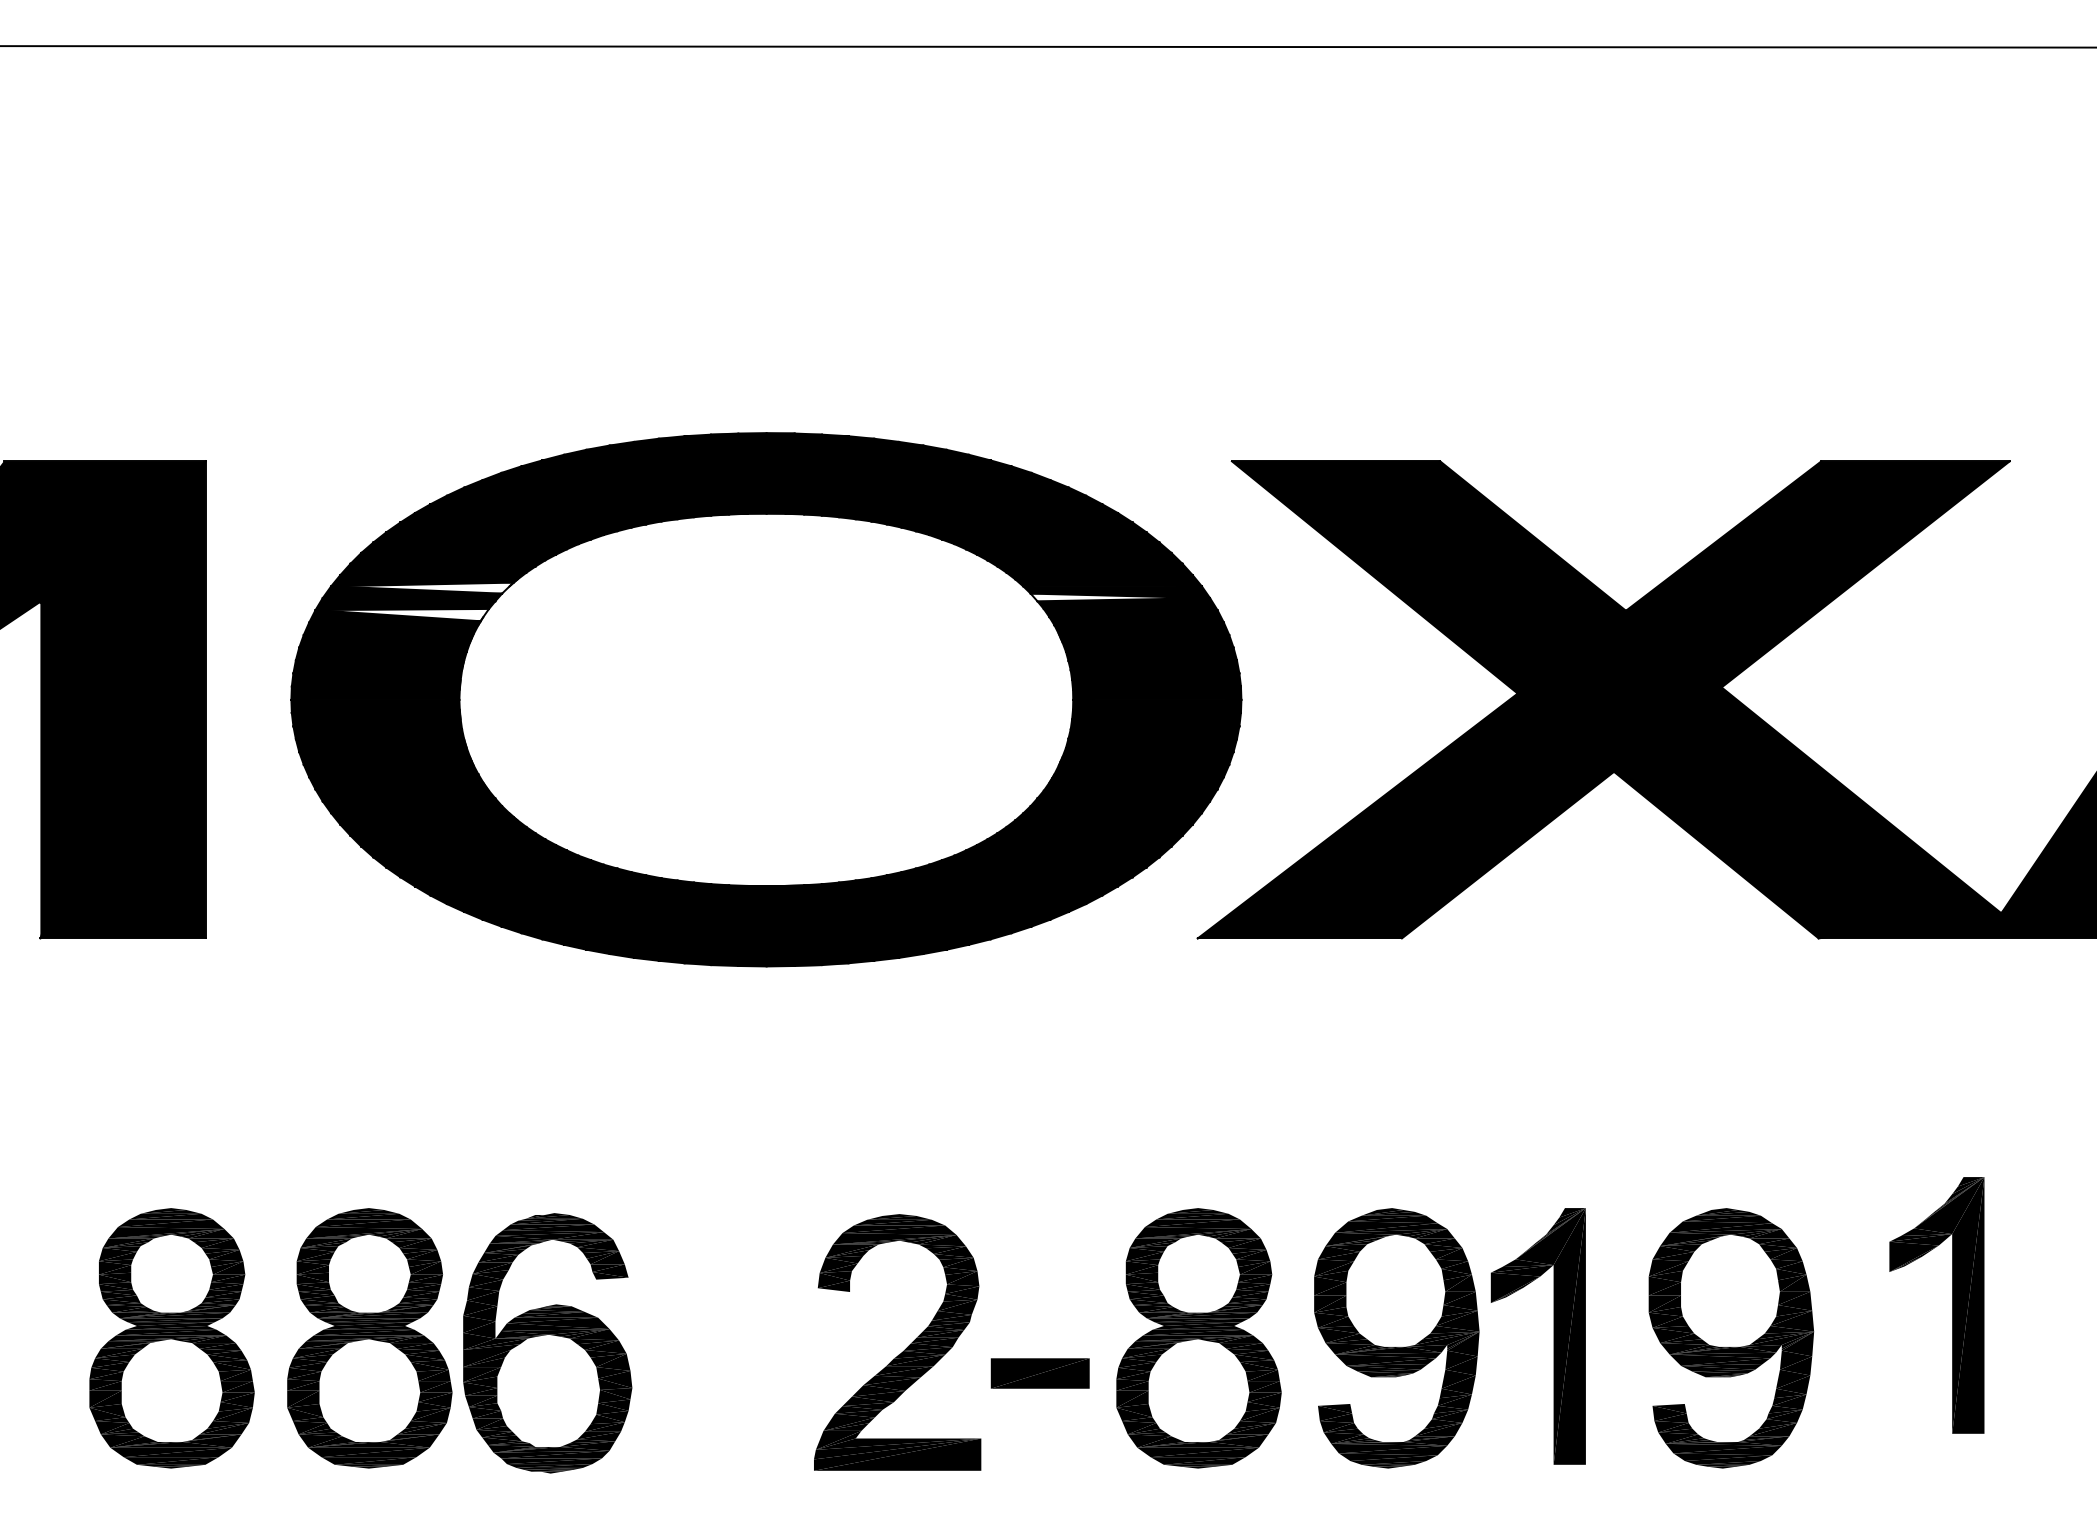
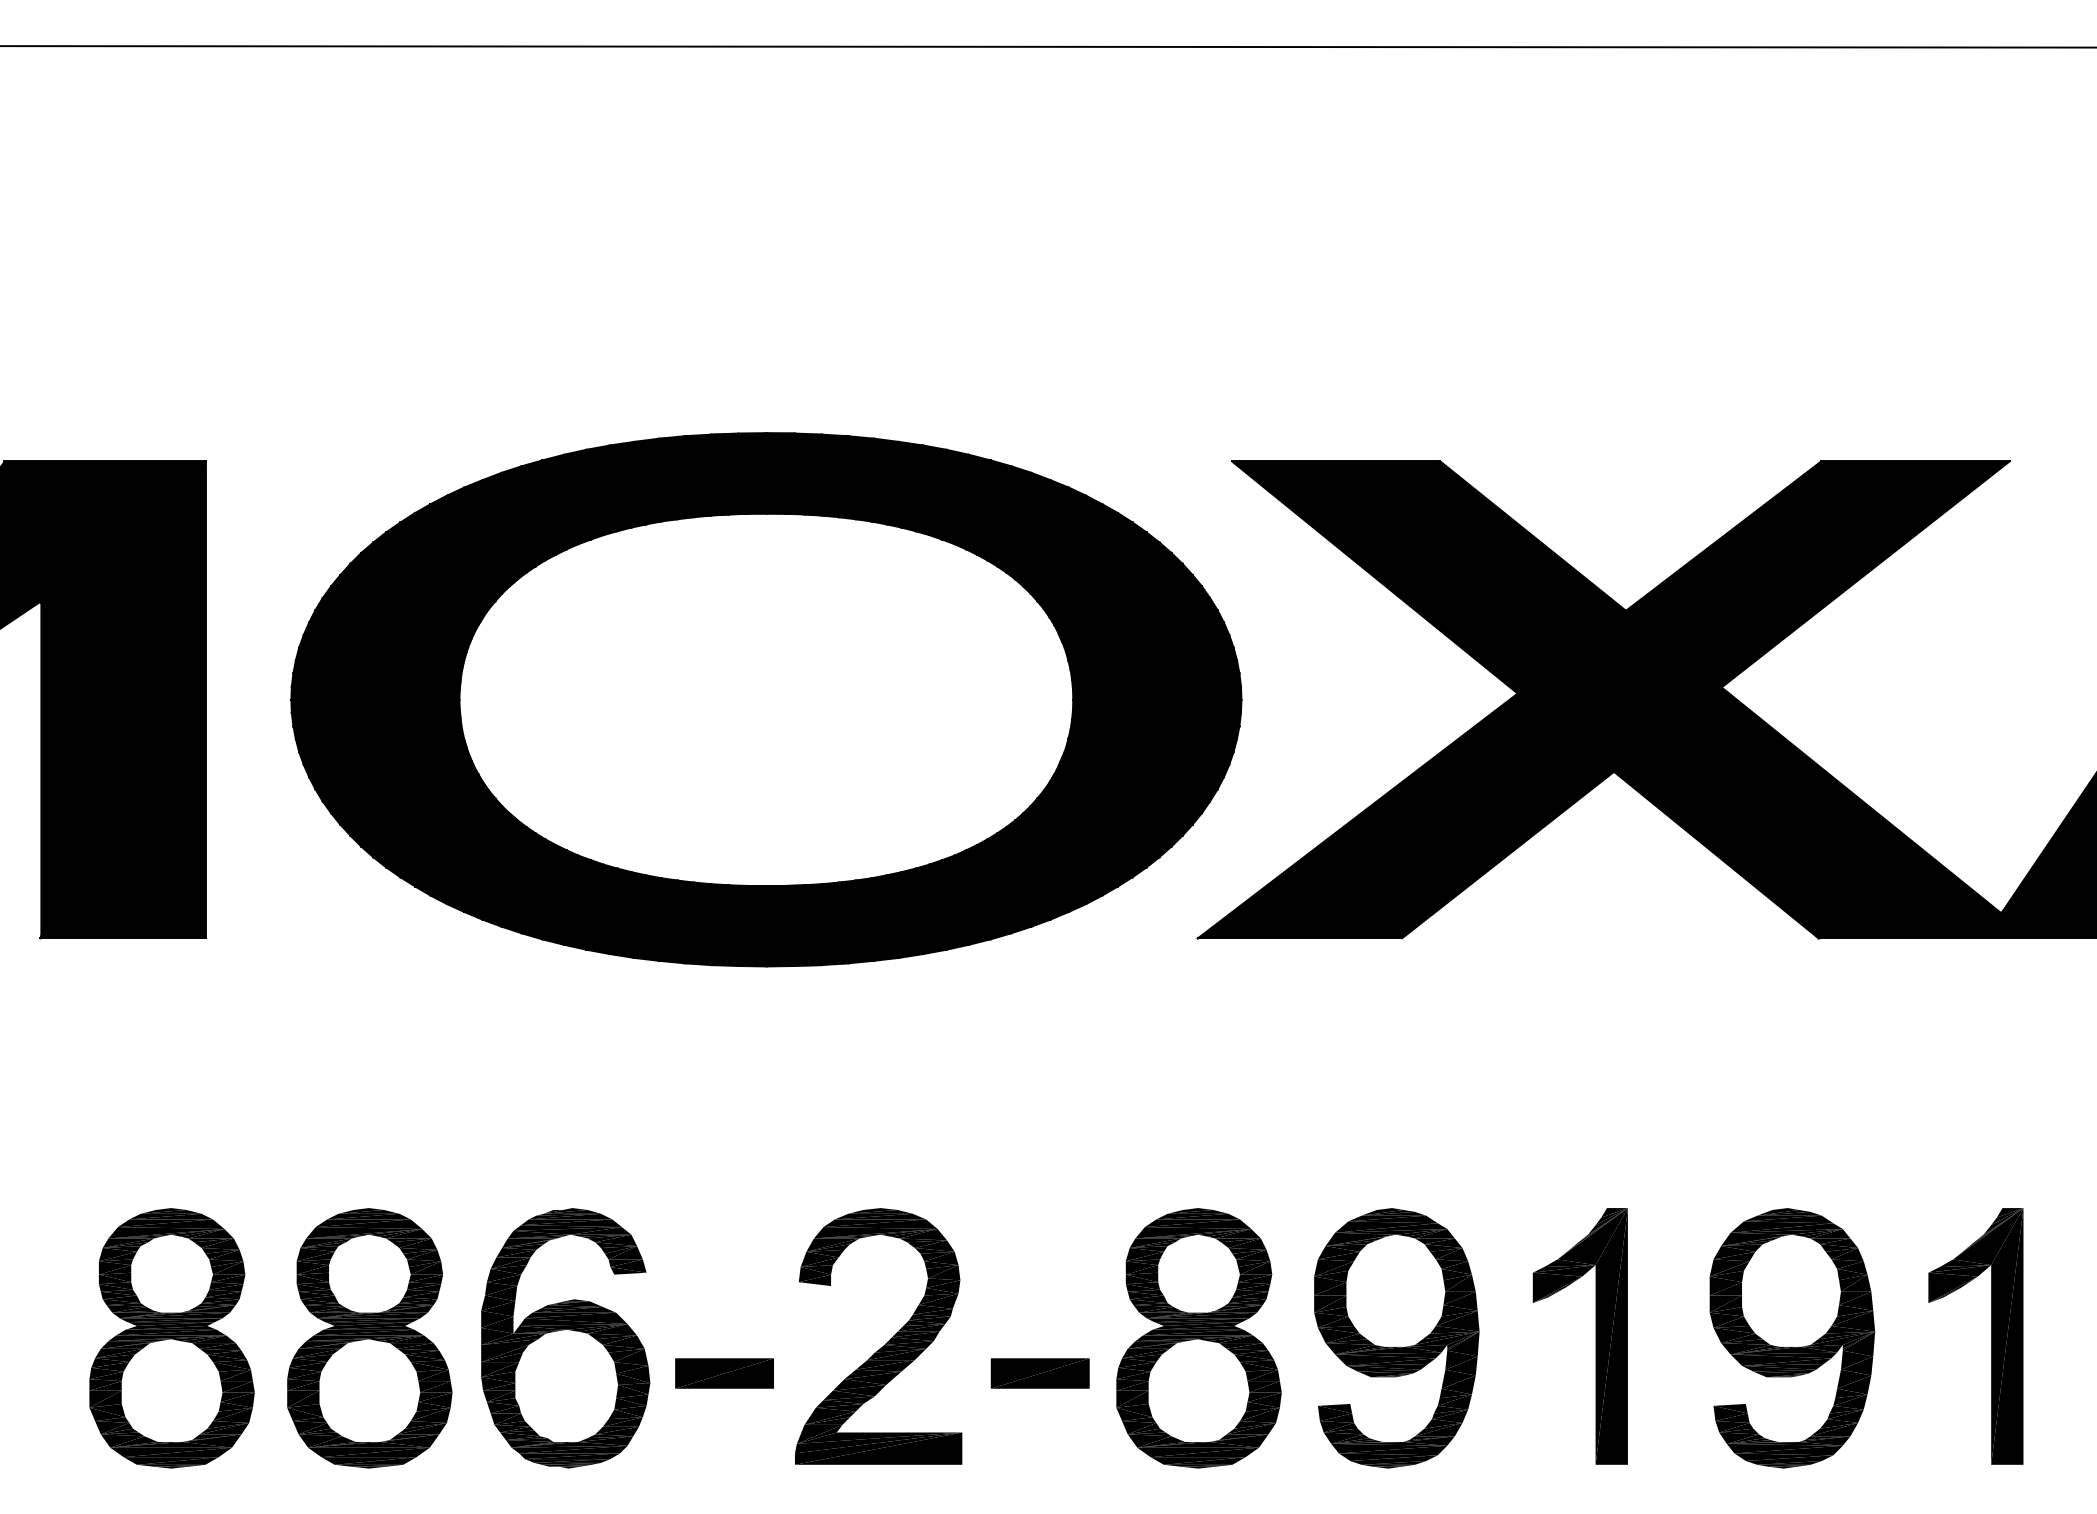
fill at (422, 587): none -> present
fill at (1120, 597): none -> present
fill at (401, 614): none -> present
part at (1952, 1305) position: (1952, 1305) -> (1991, 1336)
part at (1553, 1336) position: (1553, 1336) -> (1595, 1336)
part at (1731, 1338) position: (1731, 1338) -> (1792, 1338)
part at (547, 1343) position: (547, 1343) -> (565, 1338)
part at (904, 1349) position: (904, 1349) -> (885, 1343)
part at (724, 1373): none -> present
